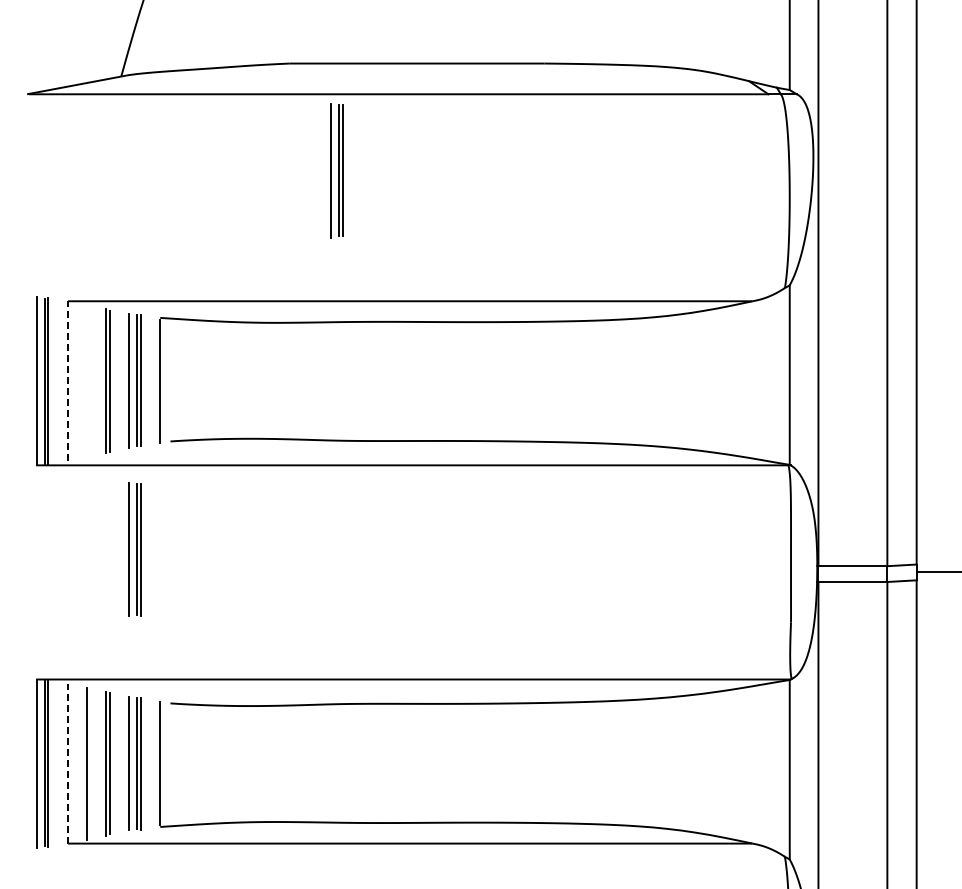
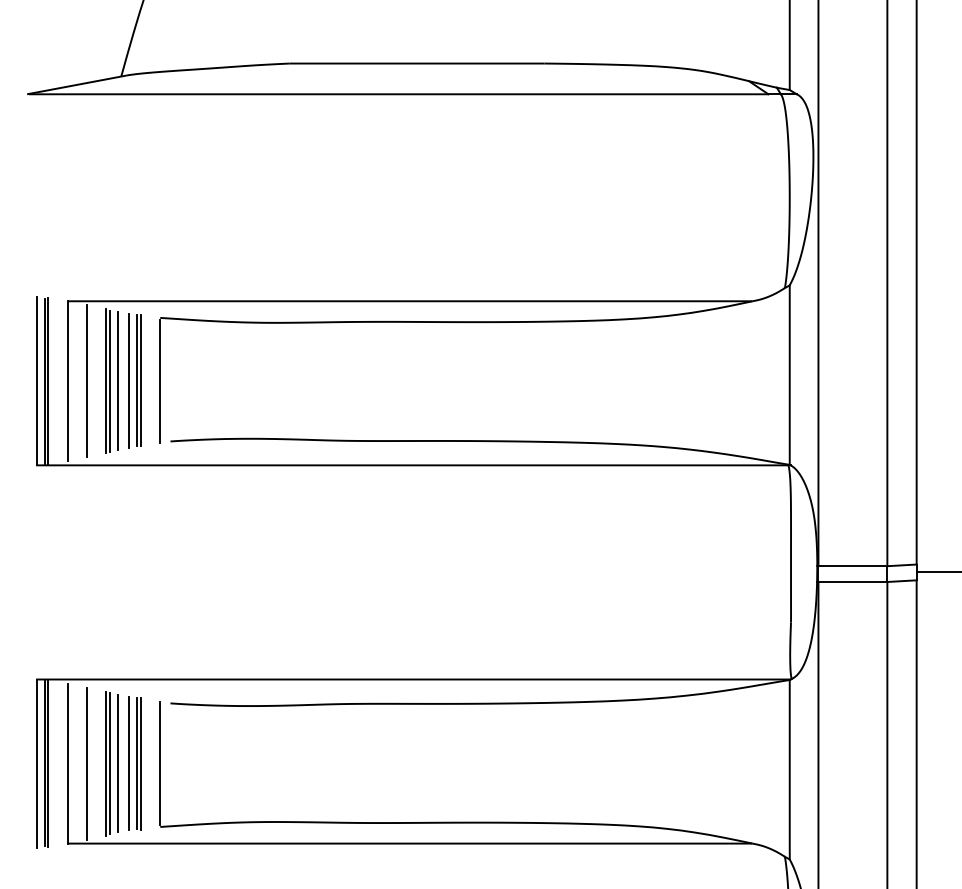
part at (336, 170): present -> none
line at (86, 380): none -> present
line at (118, 380): none -> present
line at (67, 381): dashed -> solid
part at (134, 549): present -> none
line at (67, 763): dashed -> solid
line at (118, 763): none -> present
